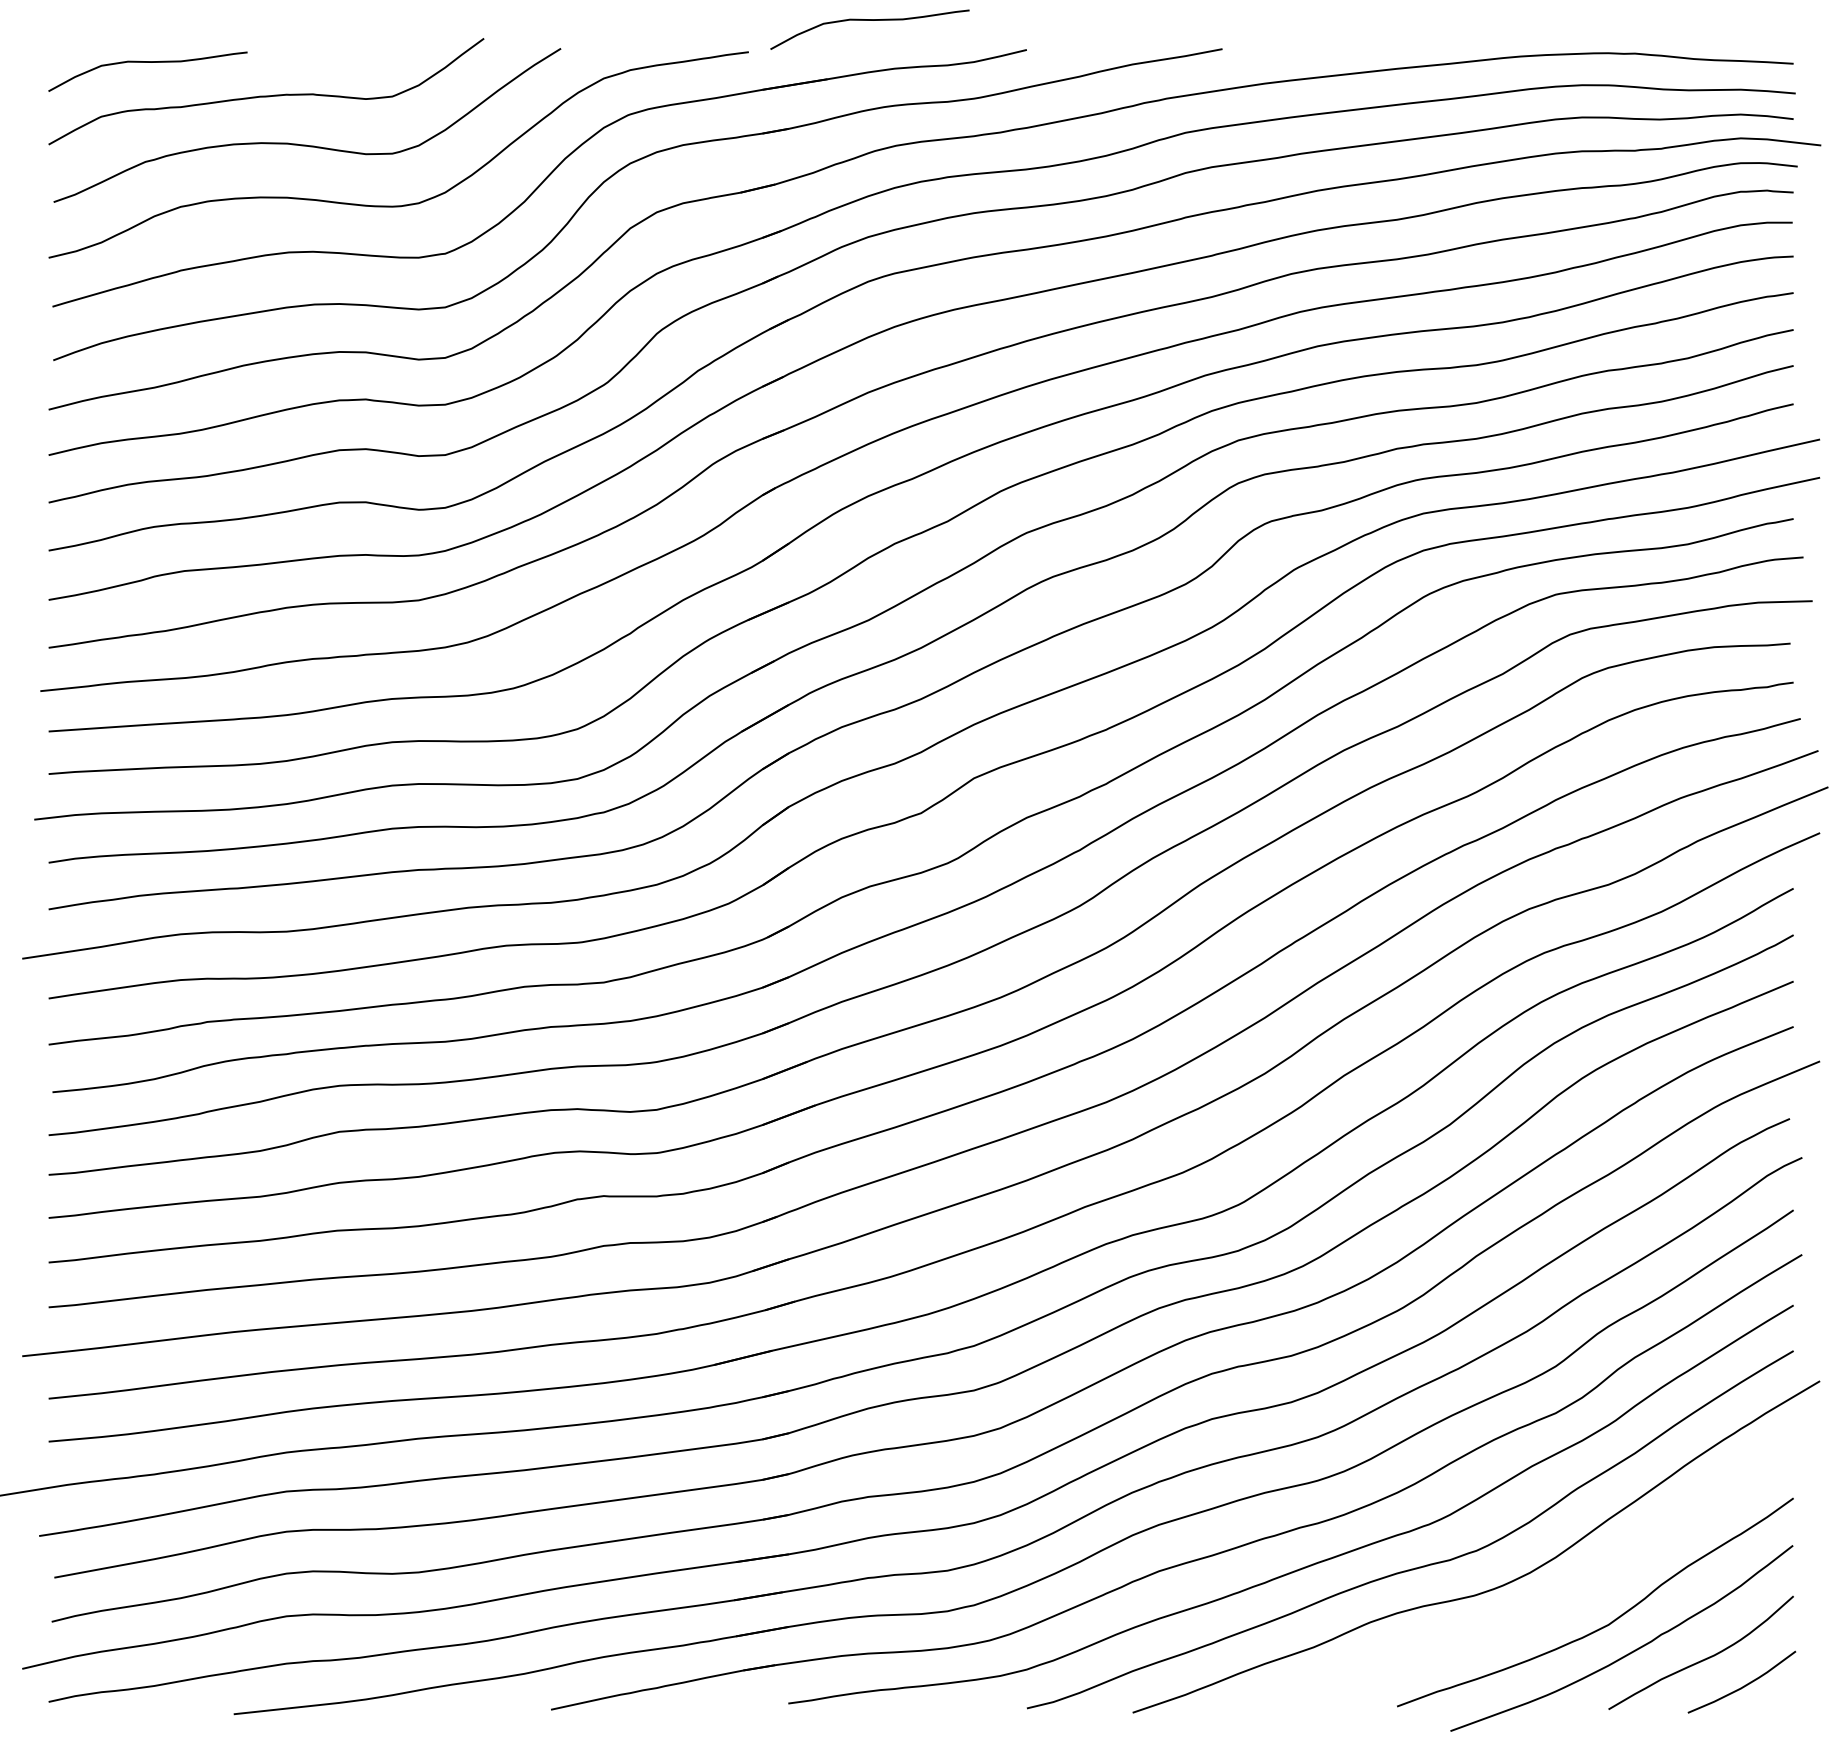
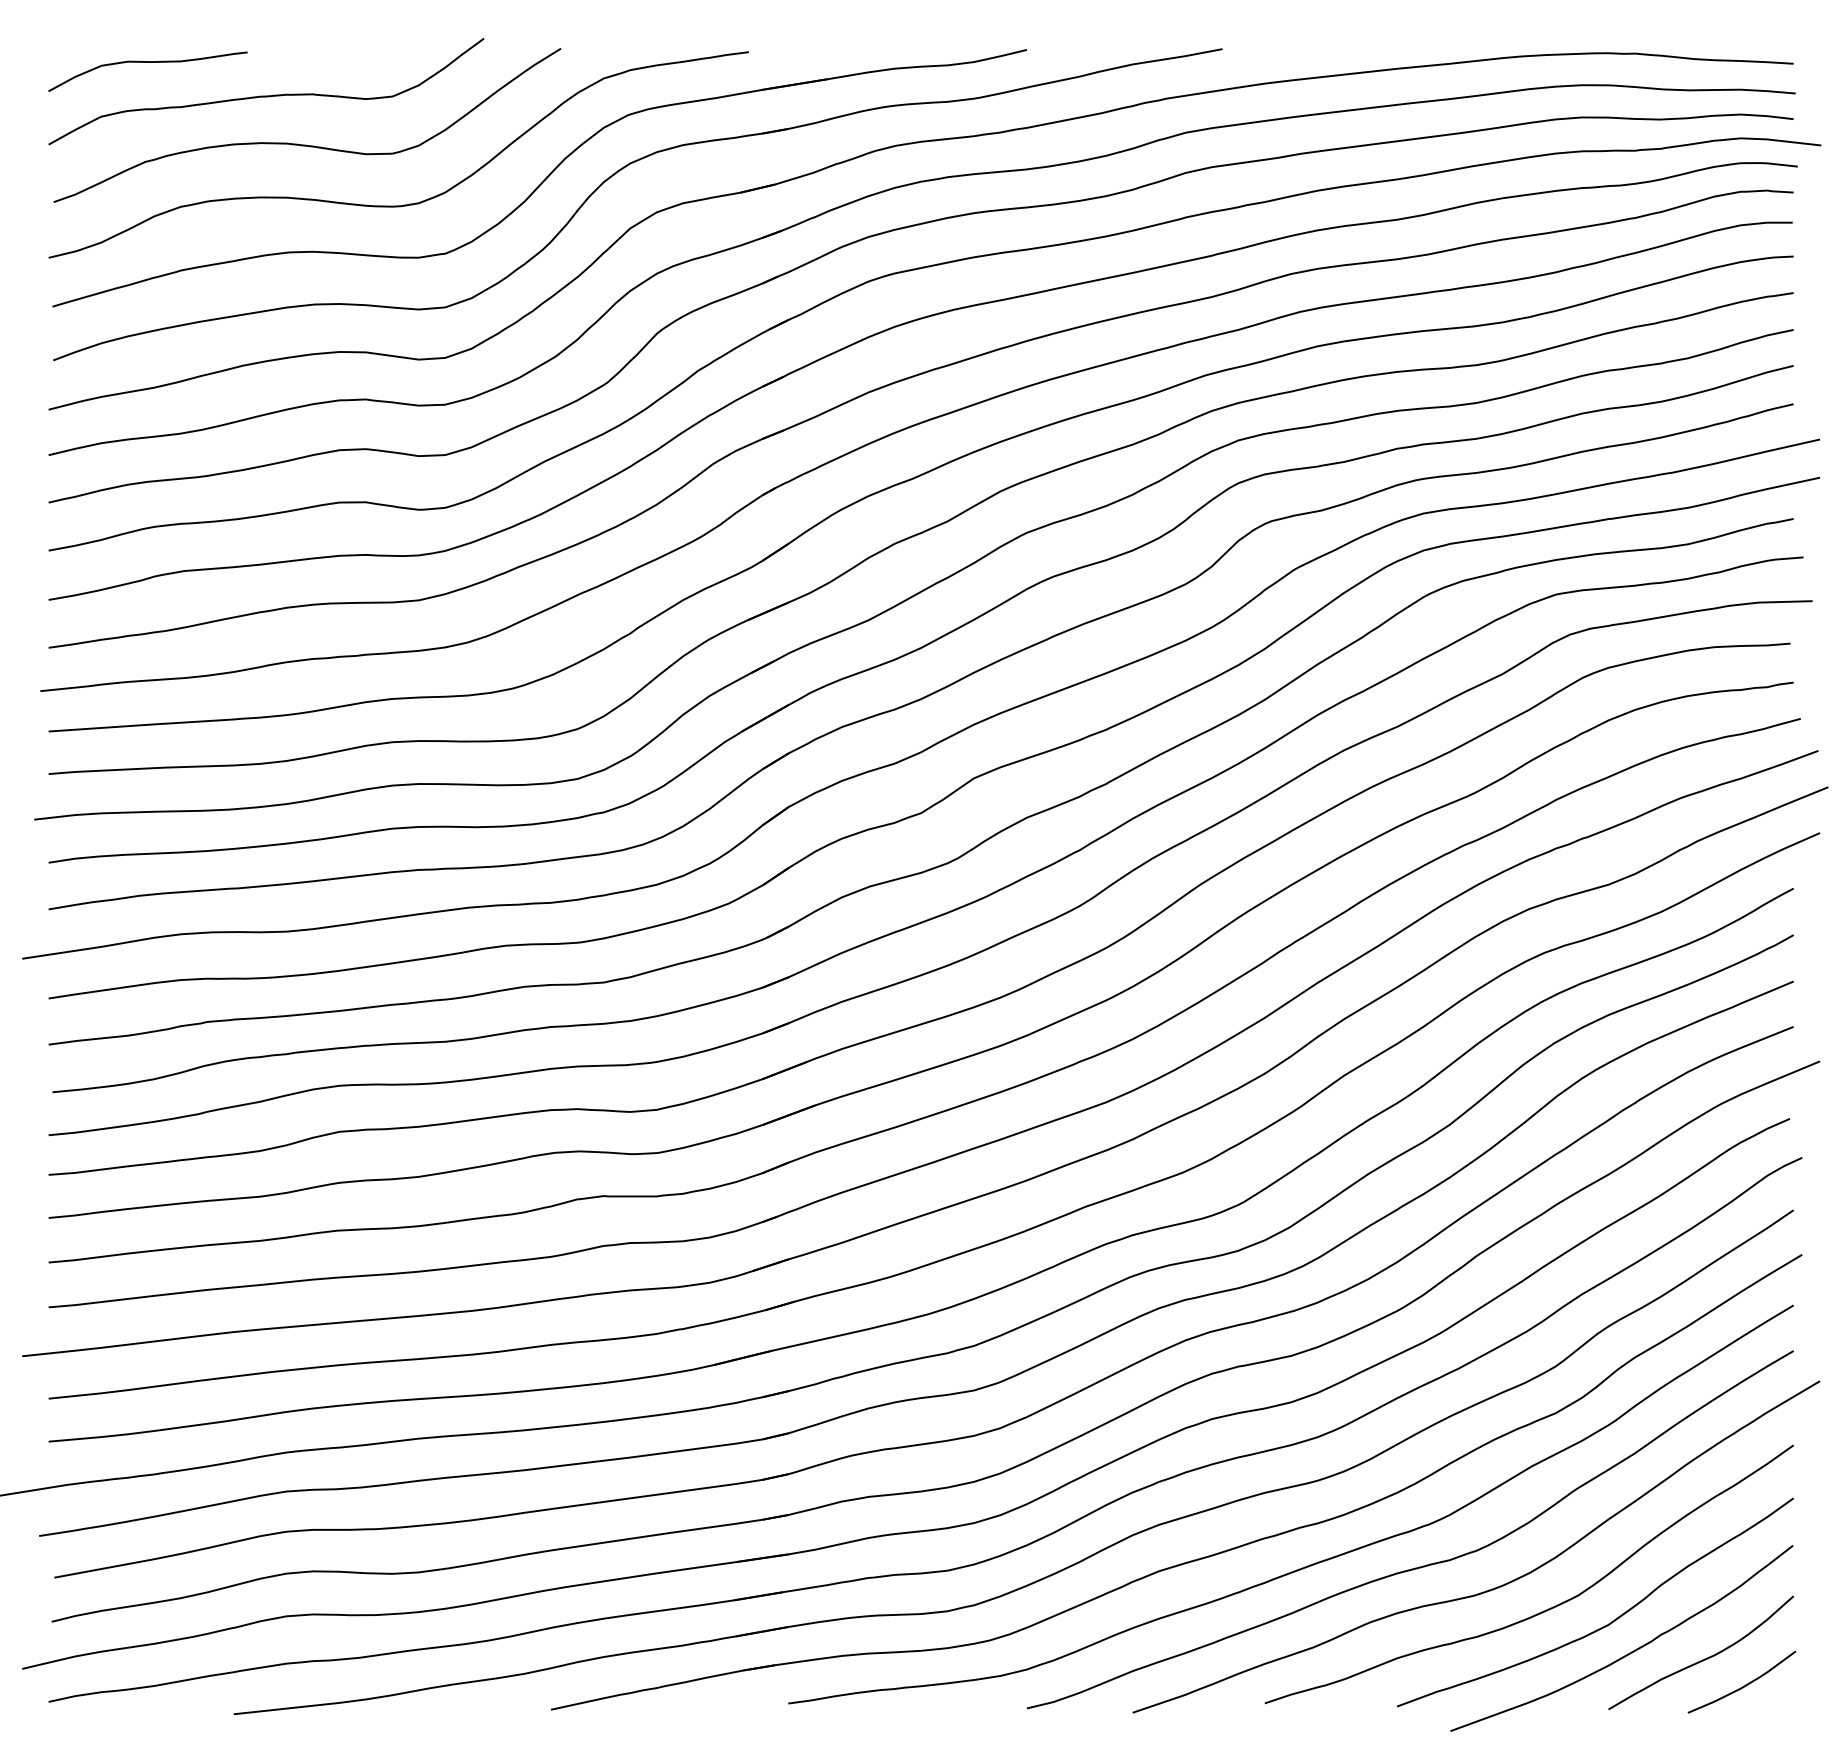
curve at (869, 20): present -> none
curve at (1543, 1610): none -> present
